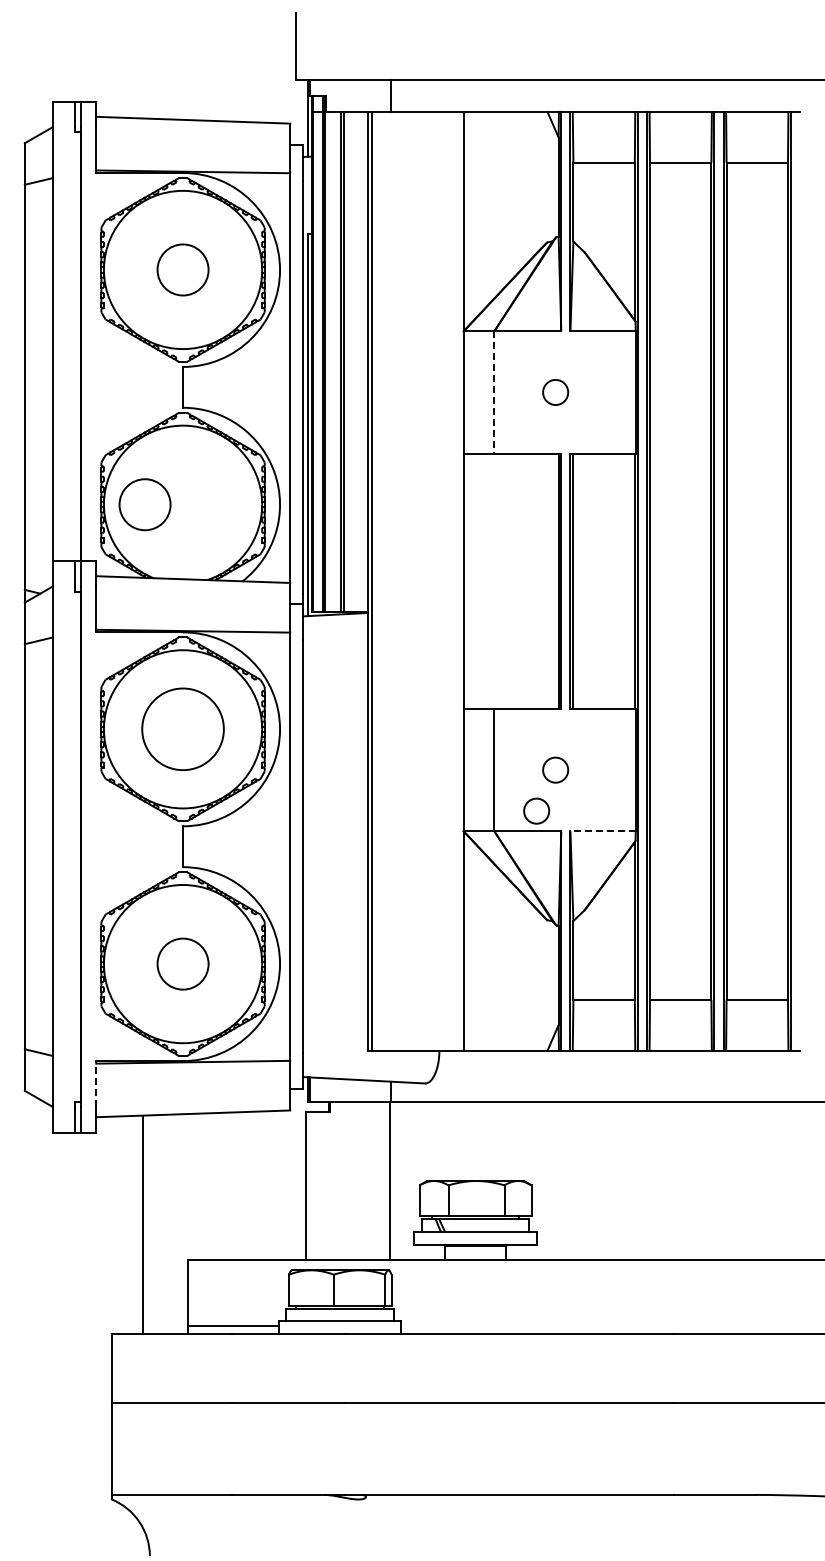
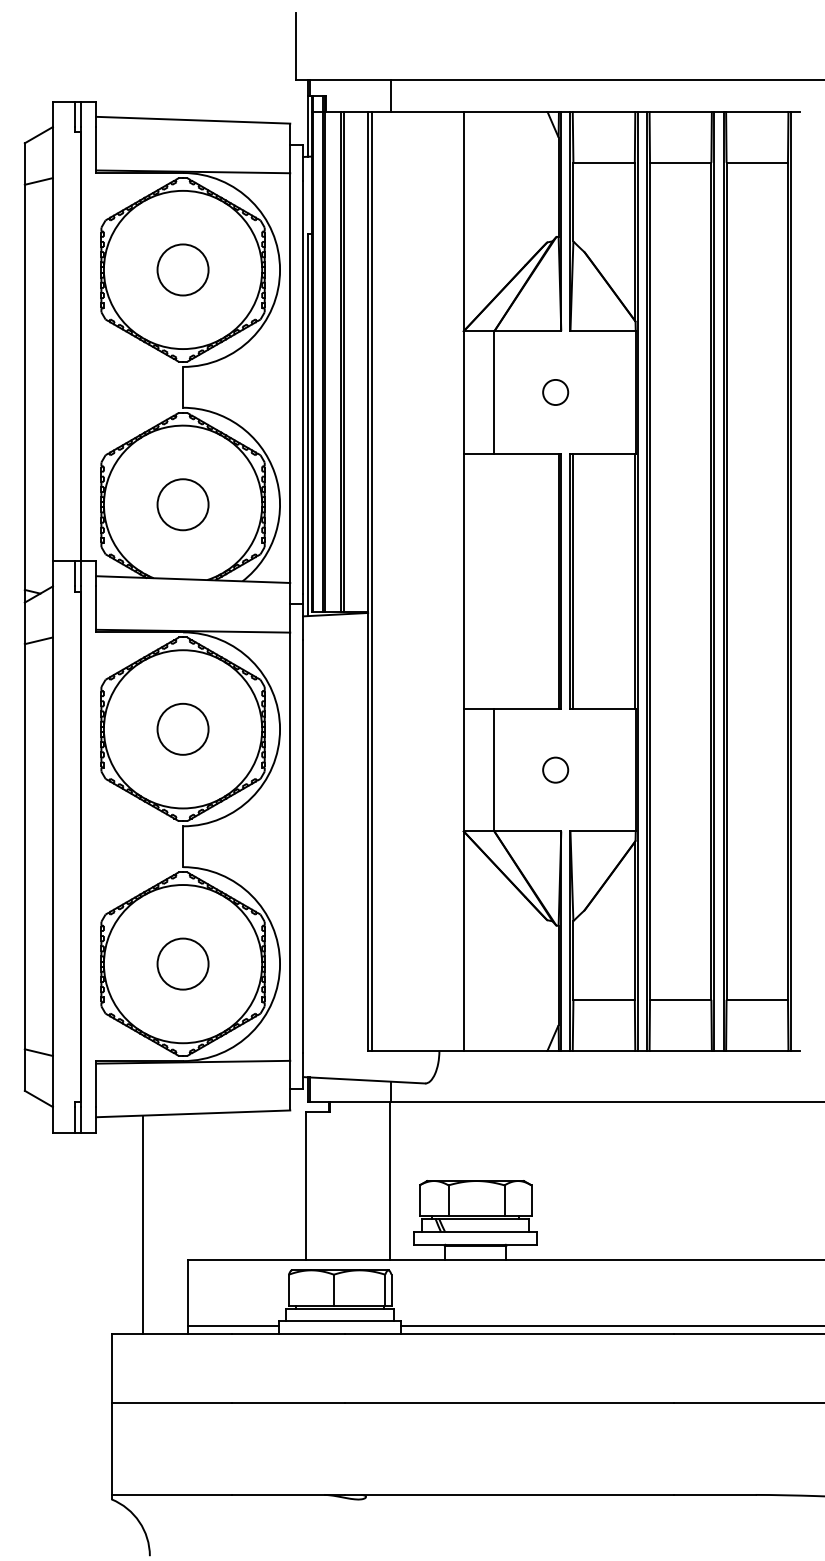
line at (494, 392): dashed -> solid
circle at (144, 504) position: (144, 504) -> (182, 504)
circle at (182, 729) diameter: 82 px -> 51 px
circle at (536, 810): present -> none
line at (603, 831): dashed -> solid
line at (96, 1084): dashed -> solid
line at (611, 1326): none -> present
